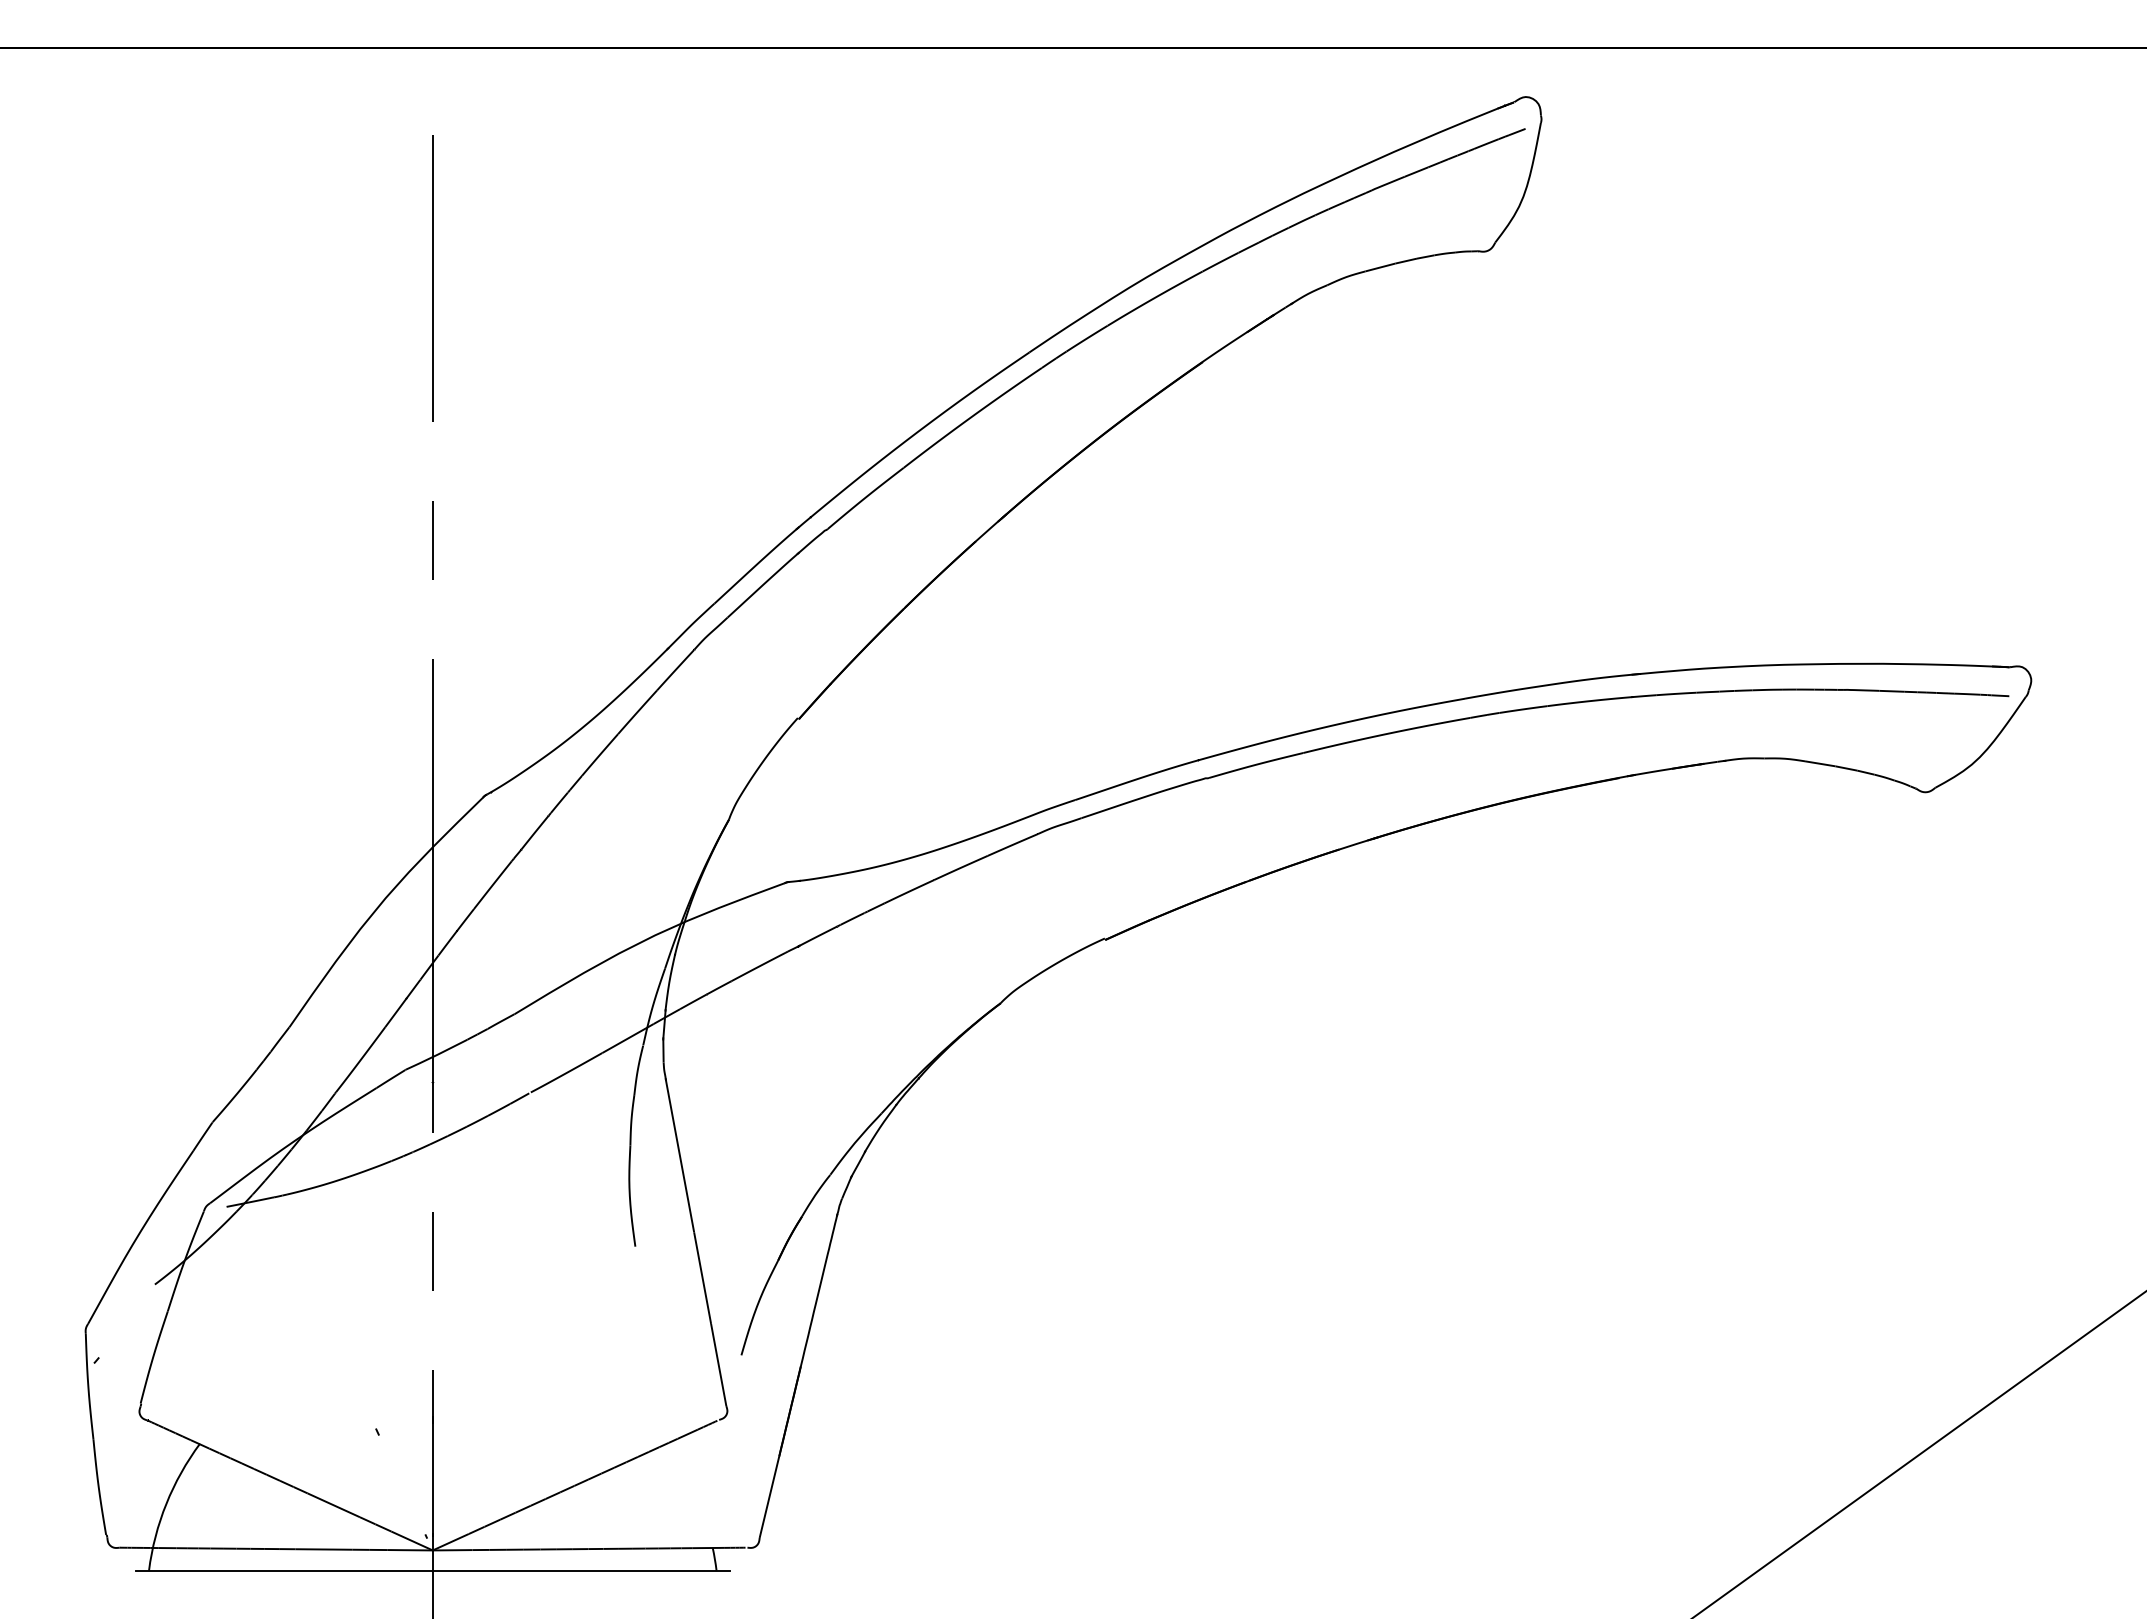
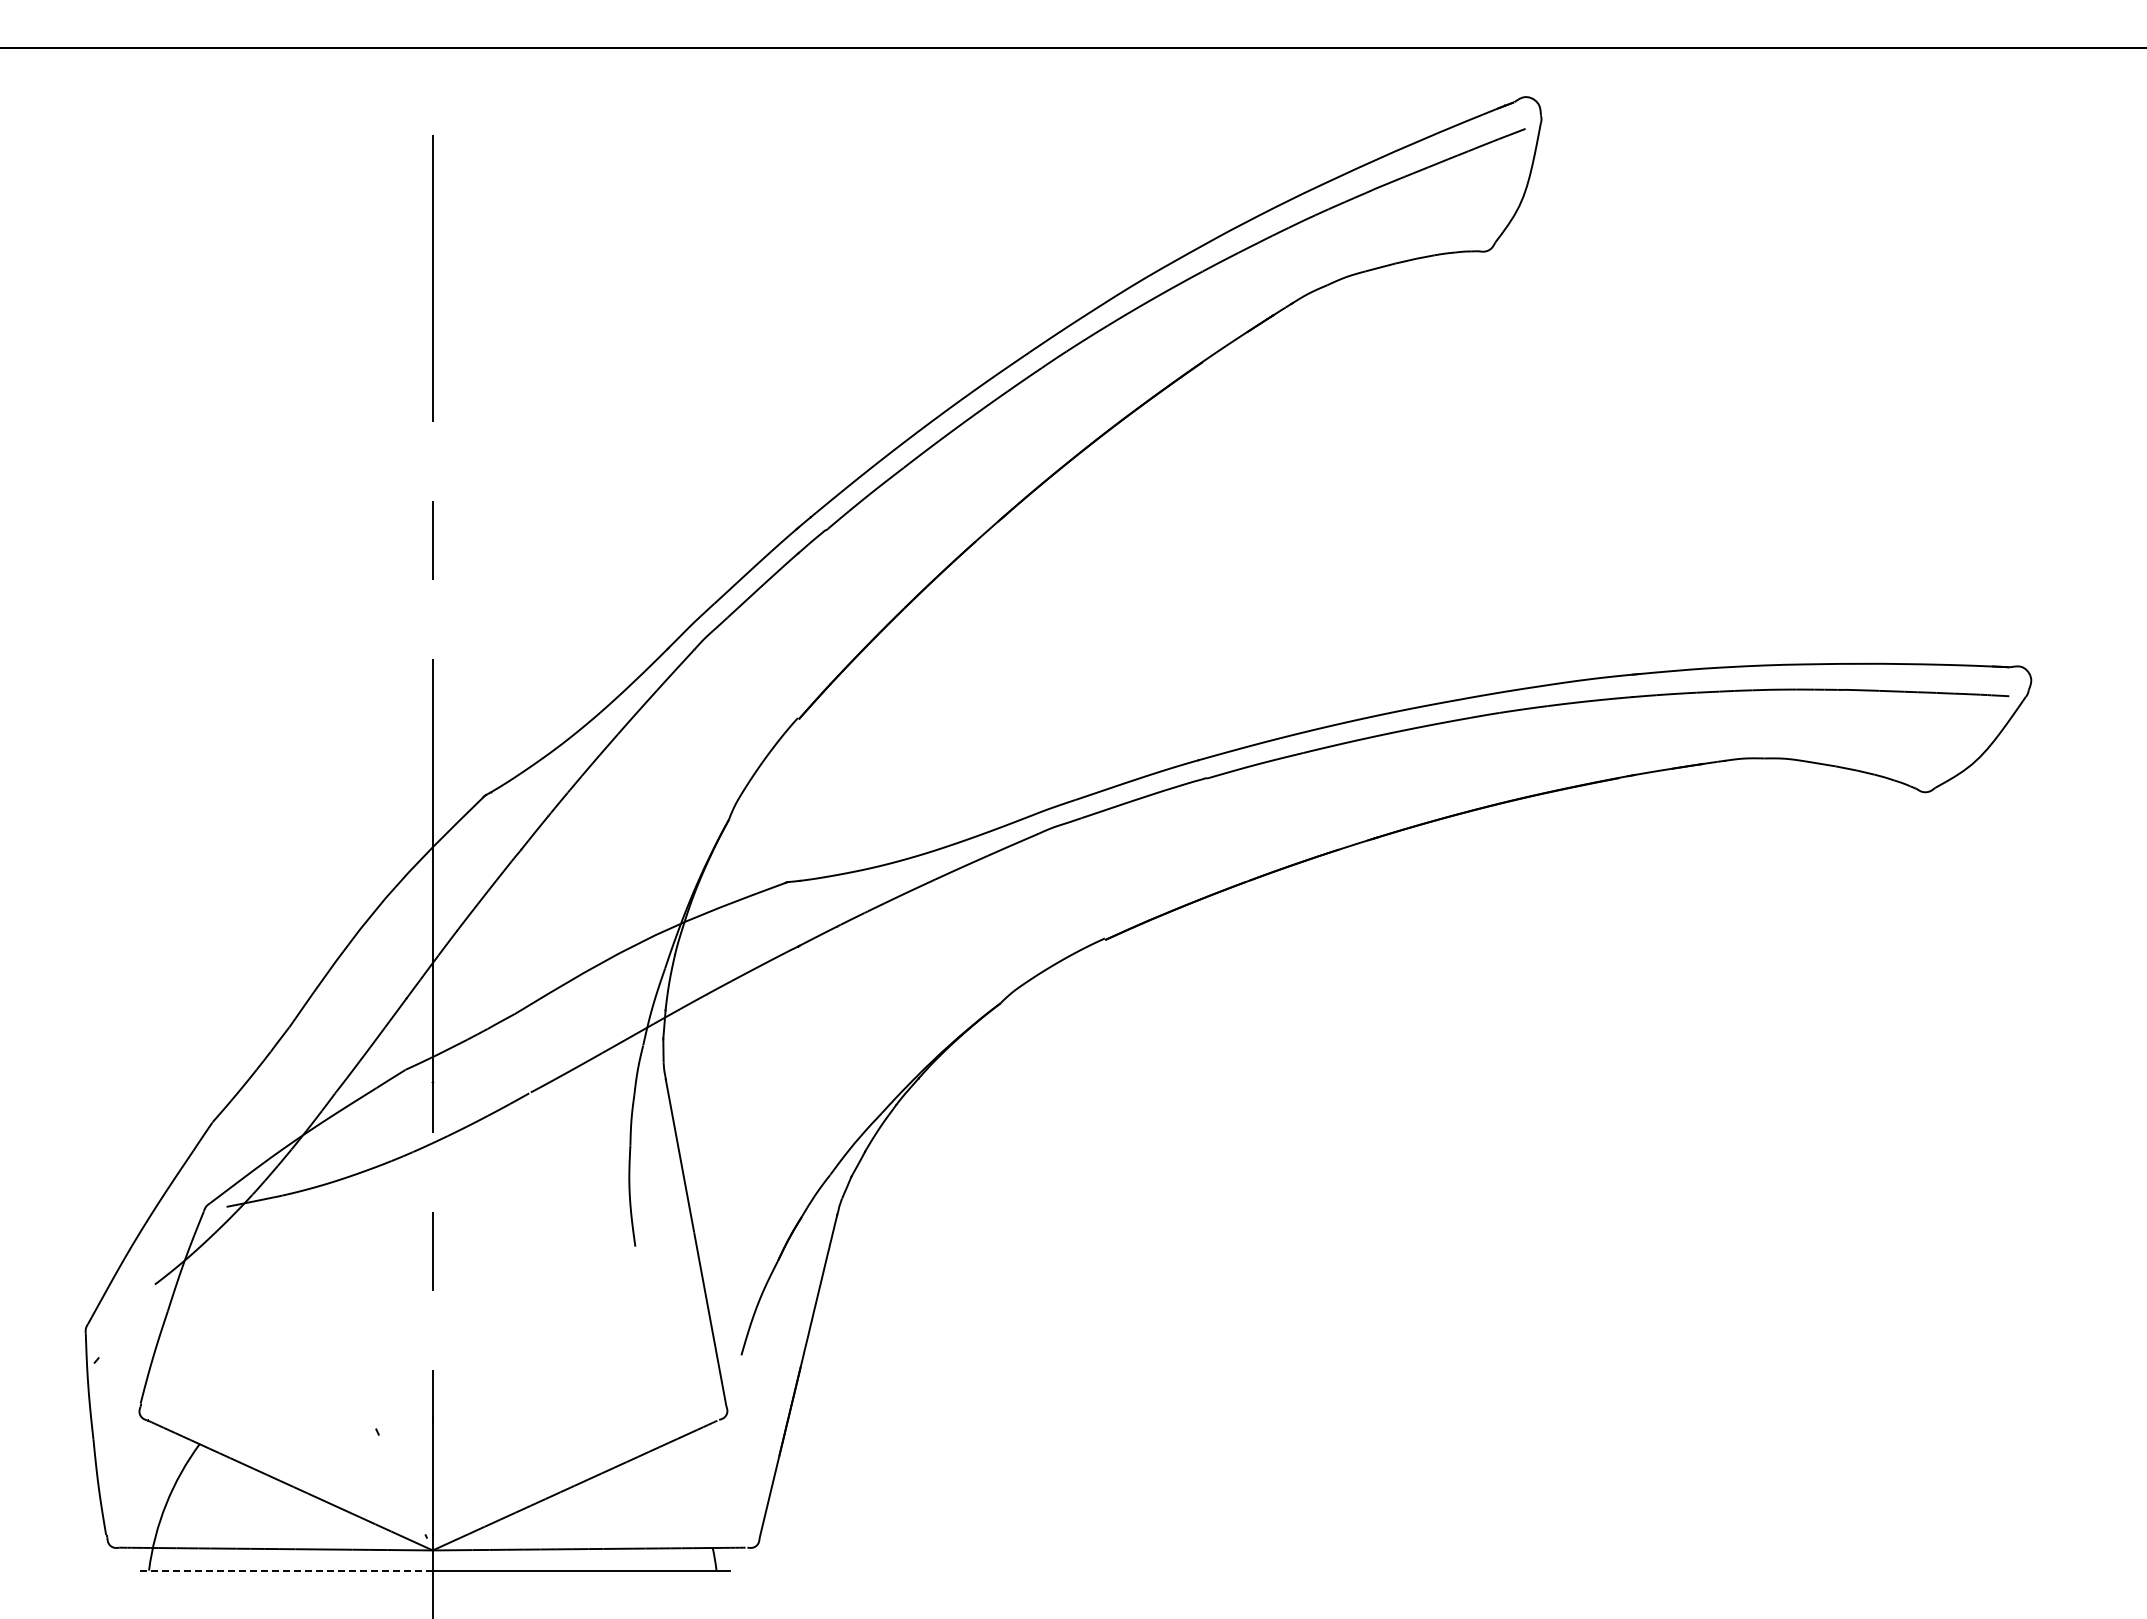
line at (1919, 1453): present -> none
line at (284, 1570): solid -> dashed
